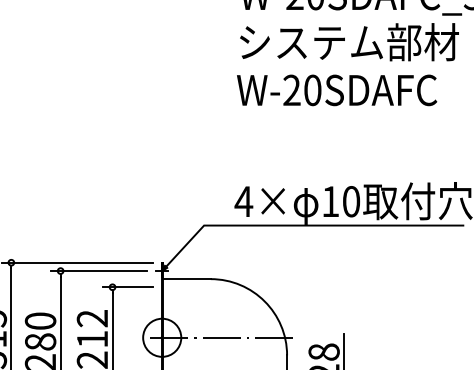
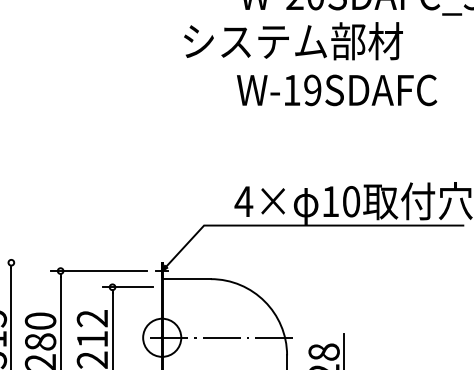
text at (349, 42) position: (349, 42) -> (293, 41)
text at (302, 90): W-20SDAFC -> W-19SDAFC
line at (77, 262): present -> none
